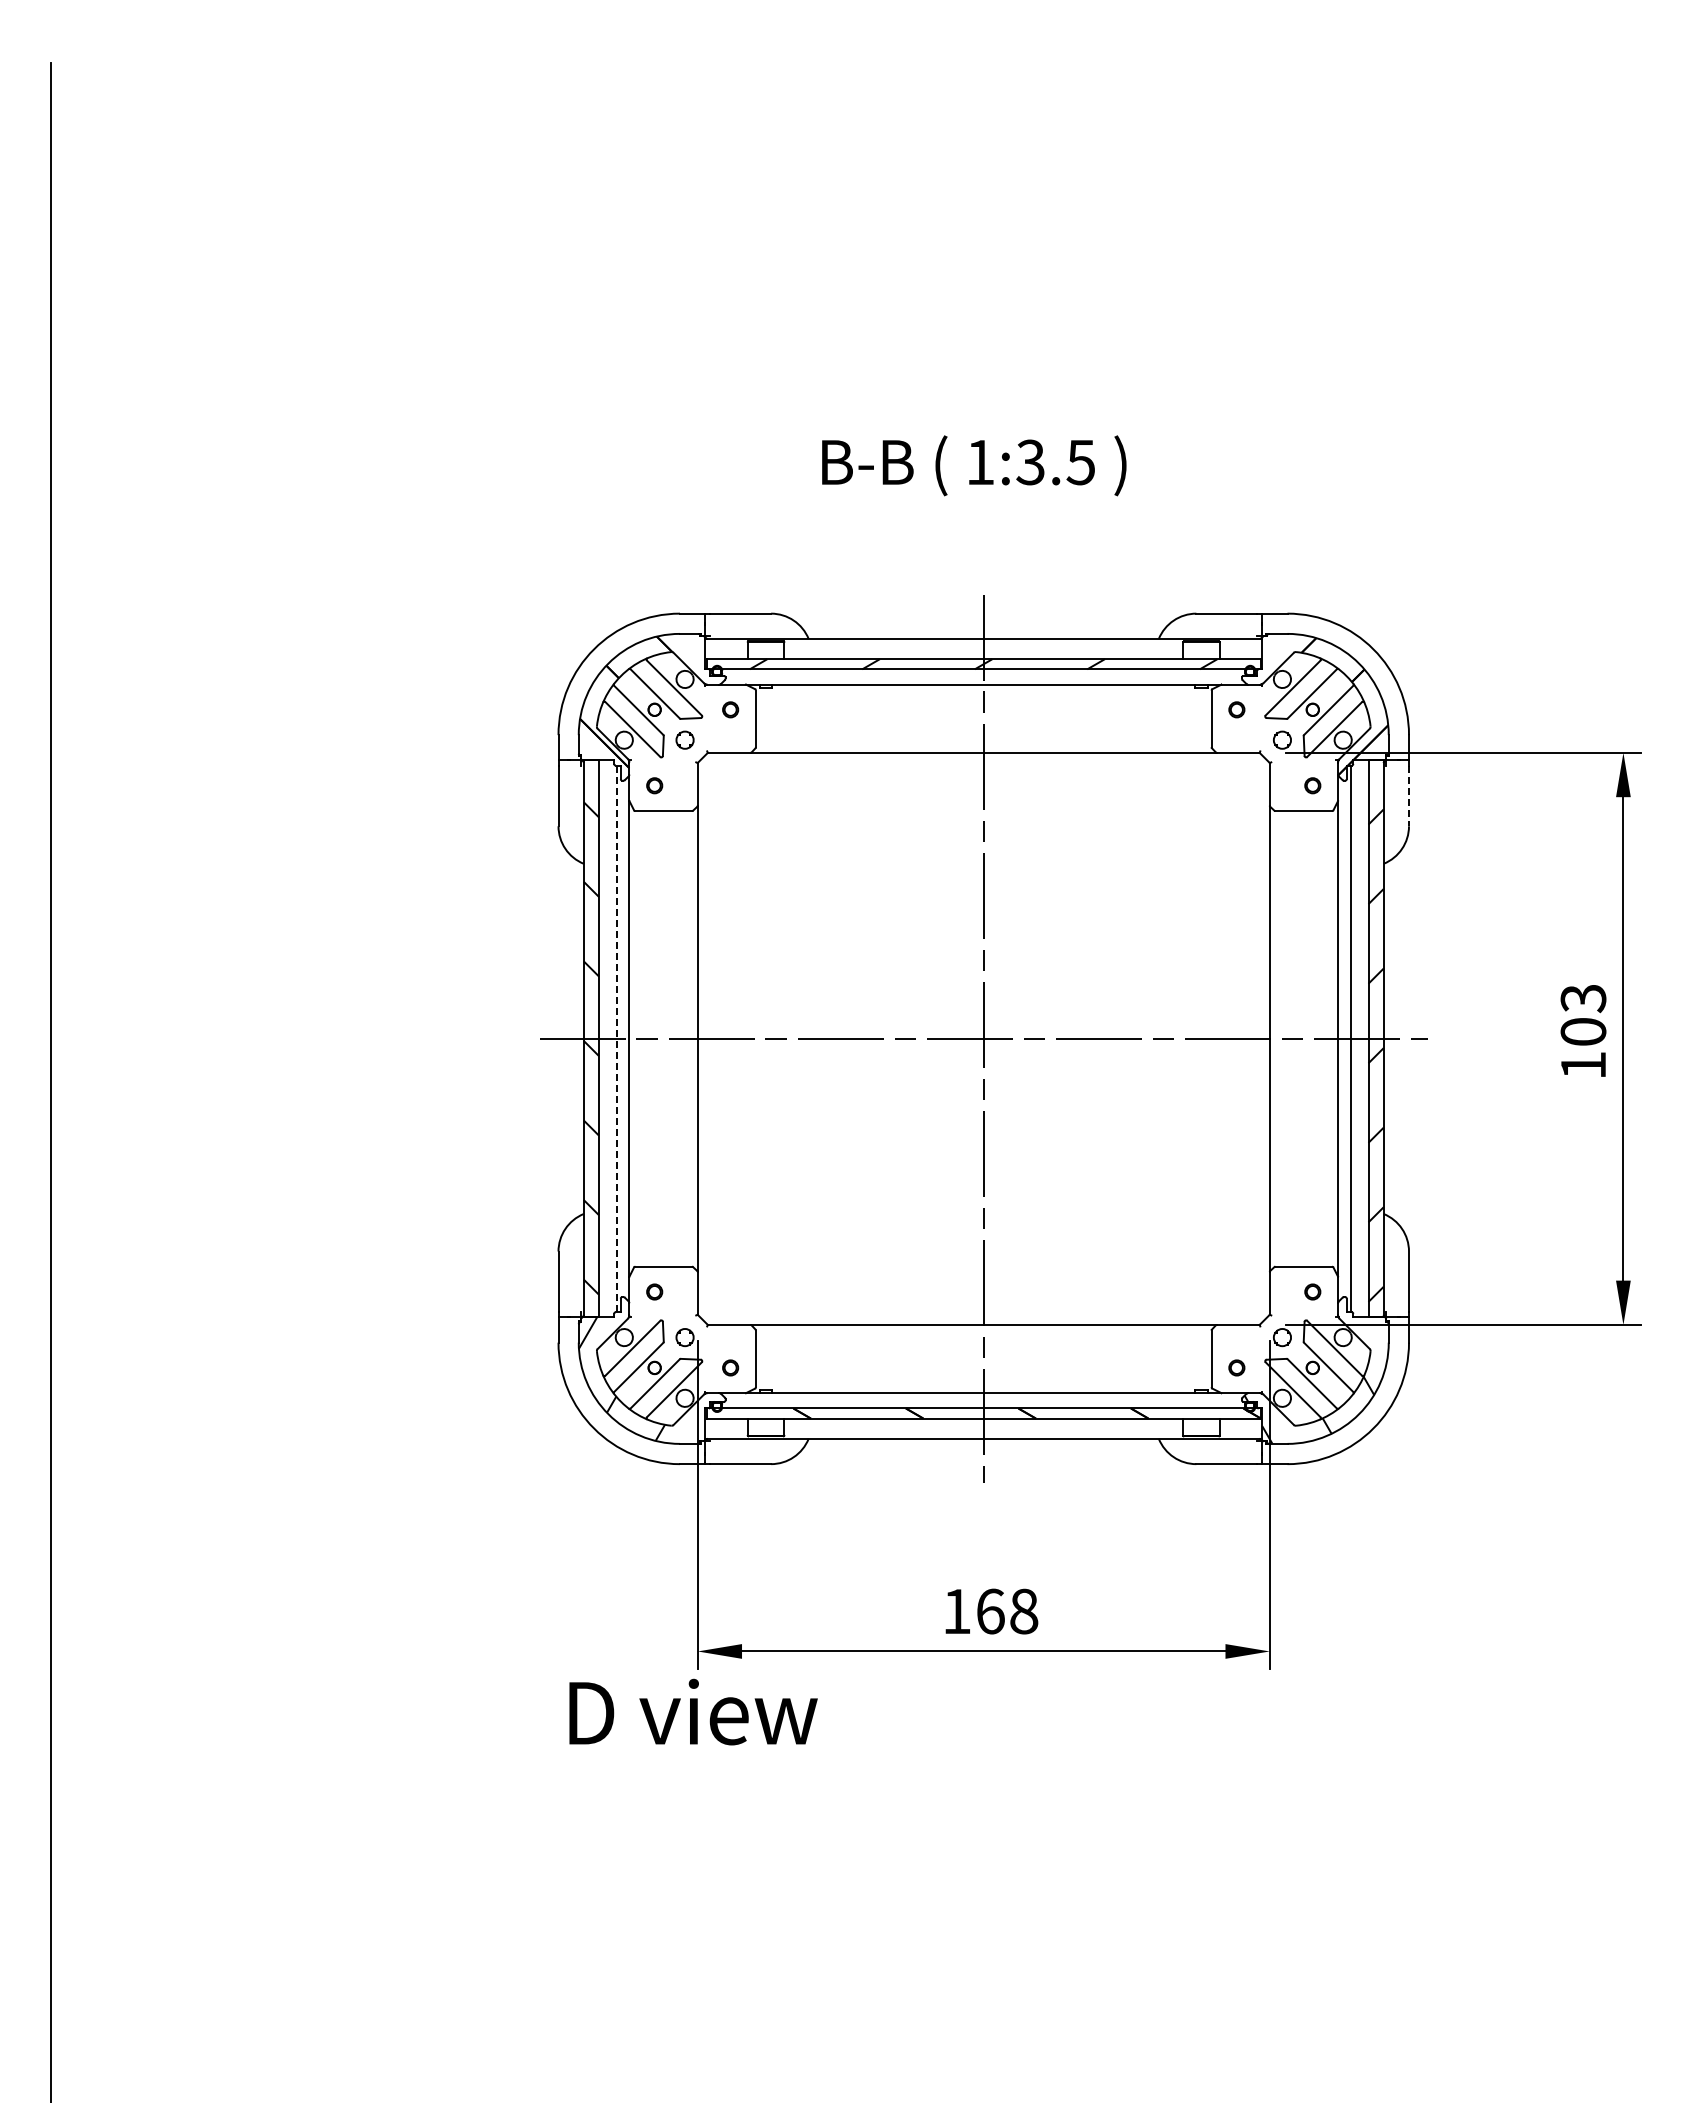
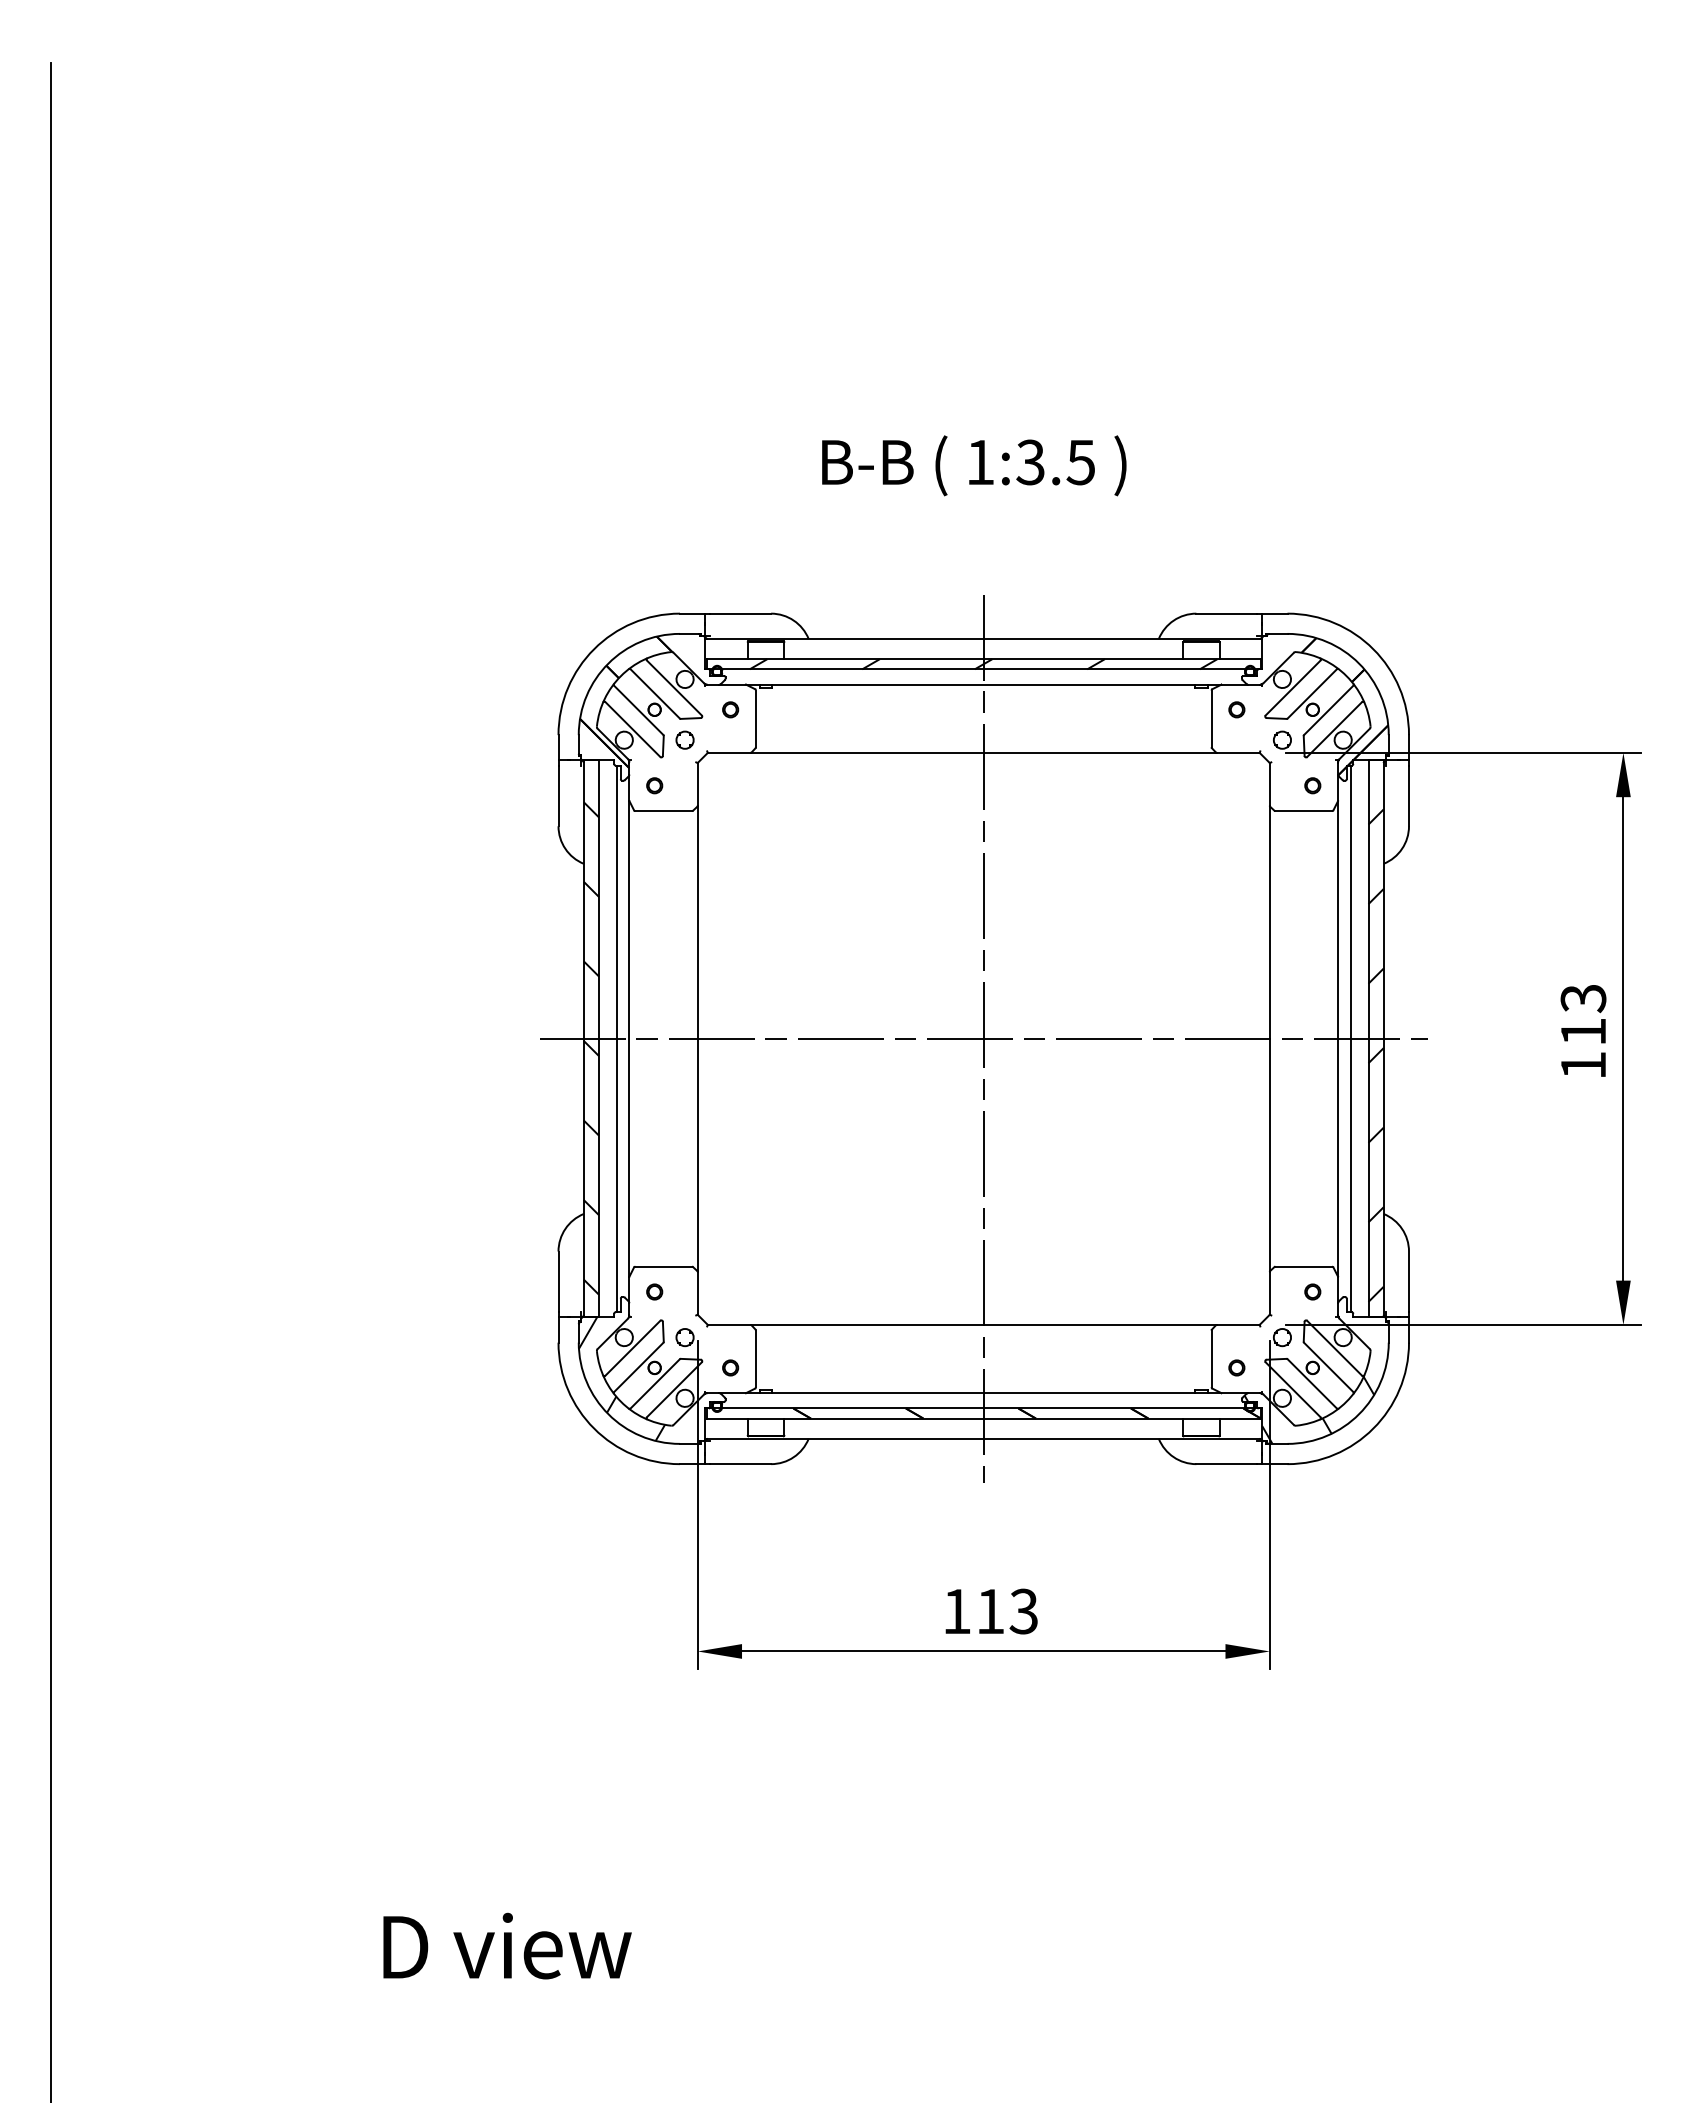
line at (1409, 796): dashed -> solid
text at (1583, 1031): 103 -> 113
line at (616, 1038): dashed -> solid
text at (1007, 1611): 168 -> 113
text at (693, 1711) position: (693, 1711) -> (507, 1945)
